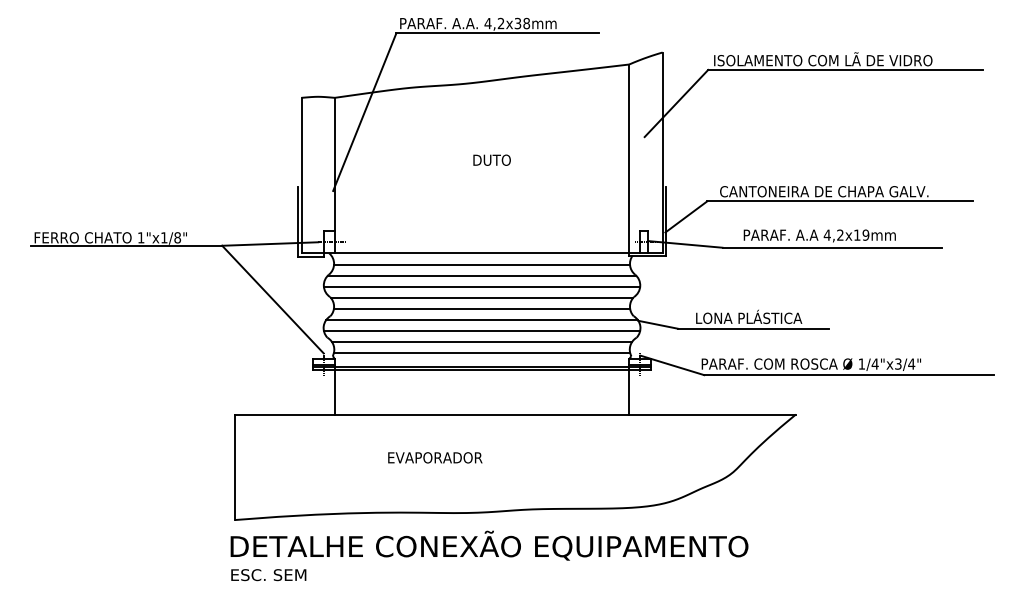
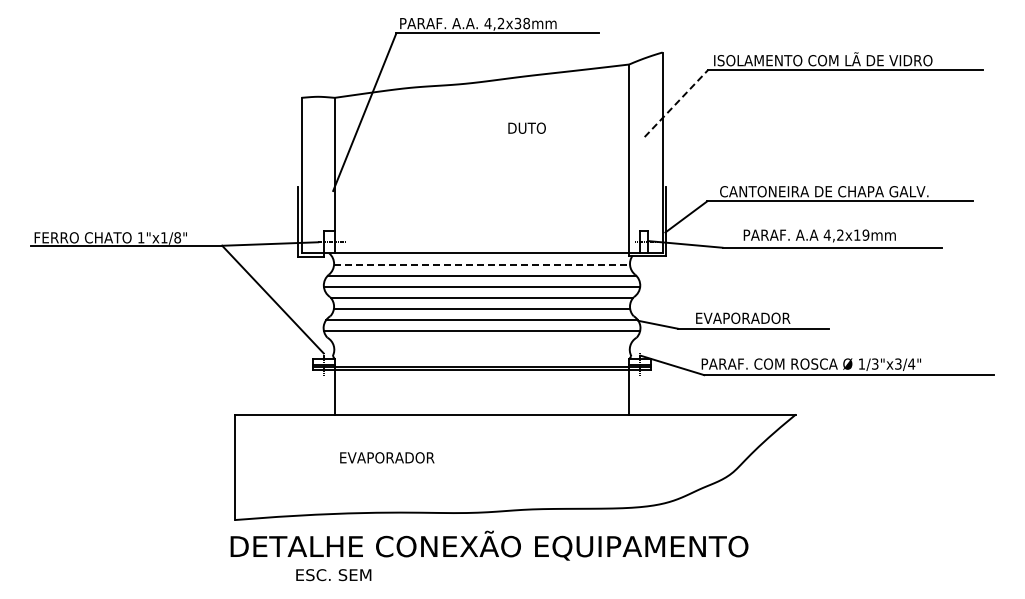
line at (676, 103): solid -> dashed
text at (491, 159) position: (491, 159) -> (526, 127)
line at (481, 264): solid -> dashed
text at (749, 316): LONA PLÁSTICA -> EVAPORADOR
line at (481, 342): present -> none
line at (481, 353): present -> none
text at (874, 363): 1/4"x3/4" -> 1/3"x3/4"
text at (435, 457) position: (435, 457) -> (387, 457)
text at (268, 575) position: (268, 575) -> (333, 575)
